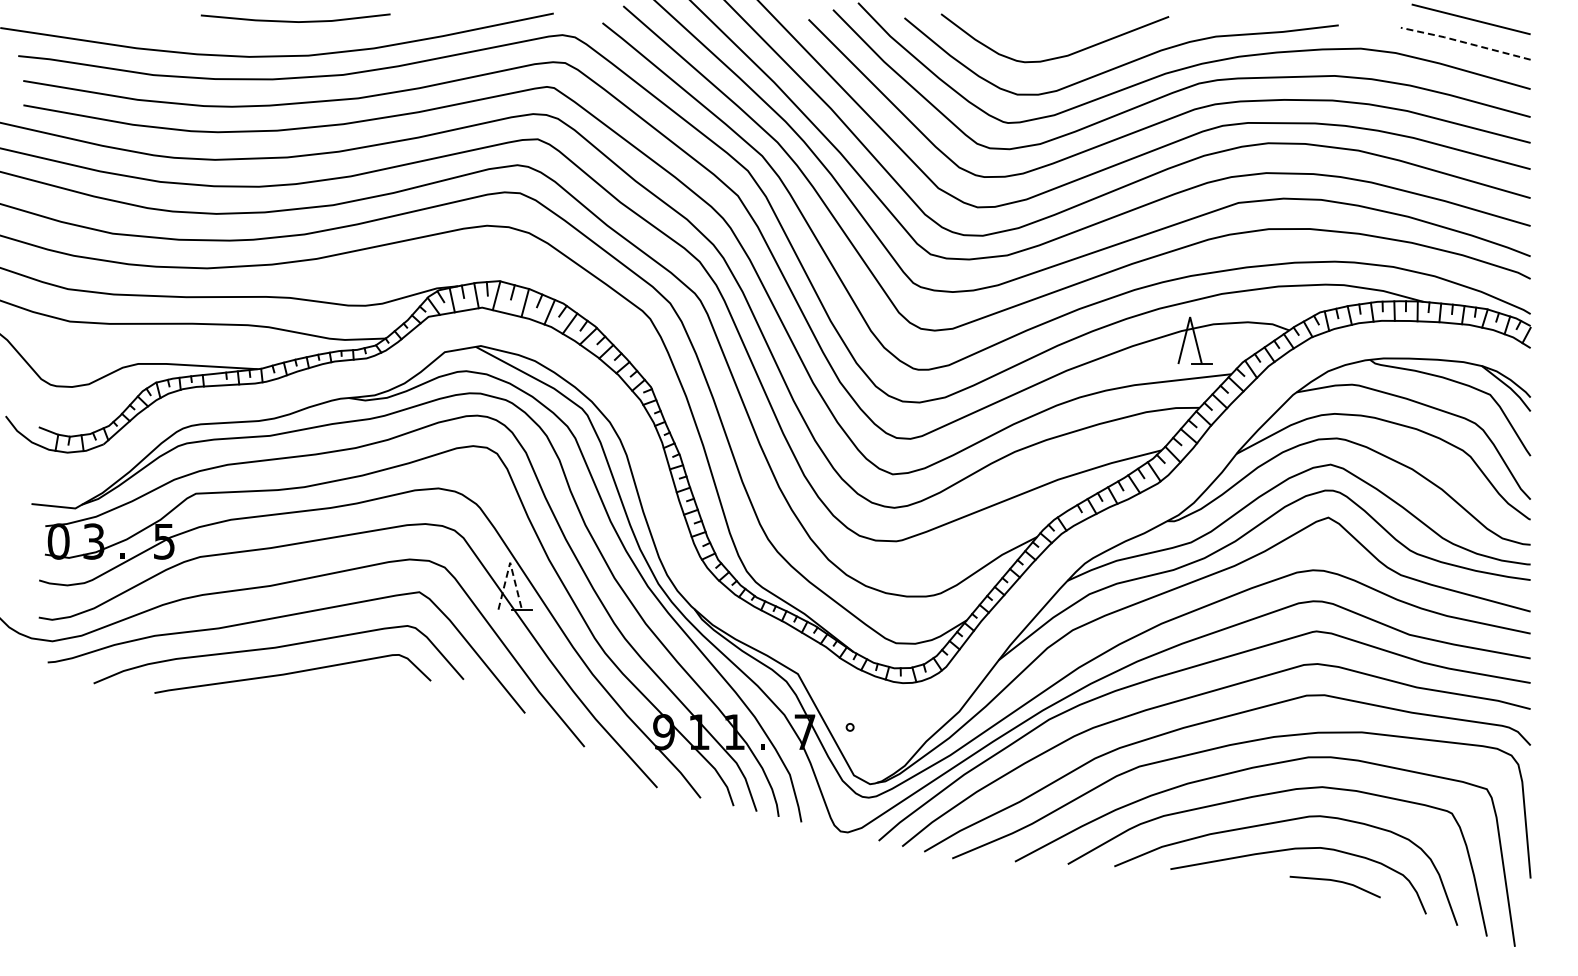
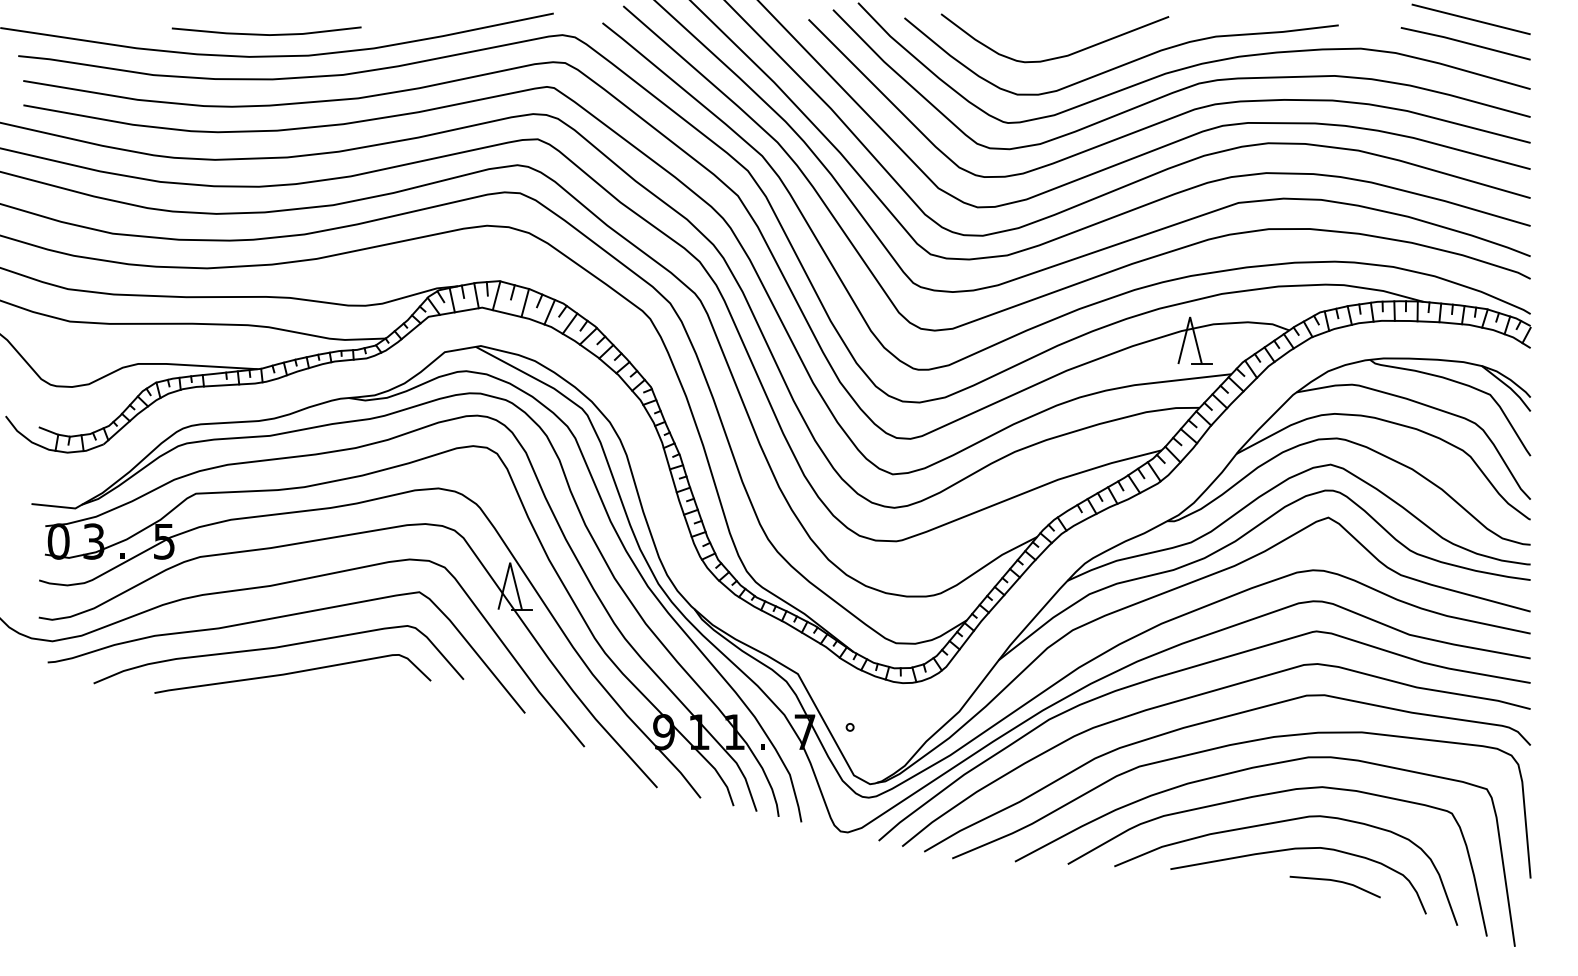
line at (295, 21) position: (295, 21) -> (266, 34)
line at (1465, 42): dashed -> solid
line at (510, 562): dashed -> solid
